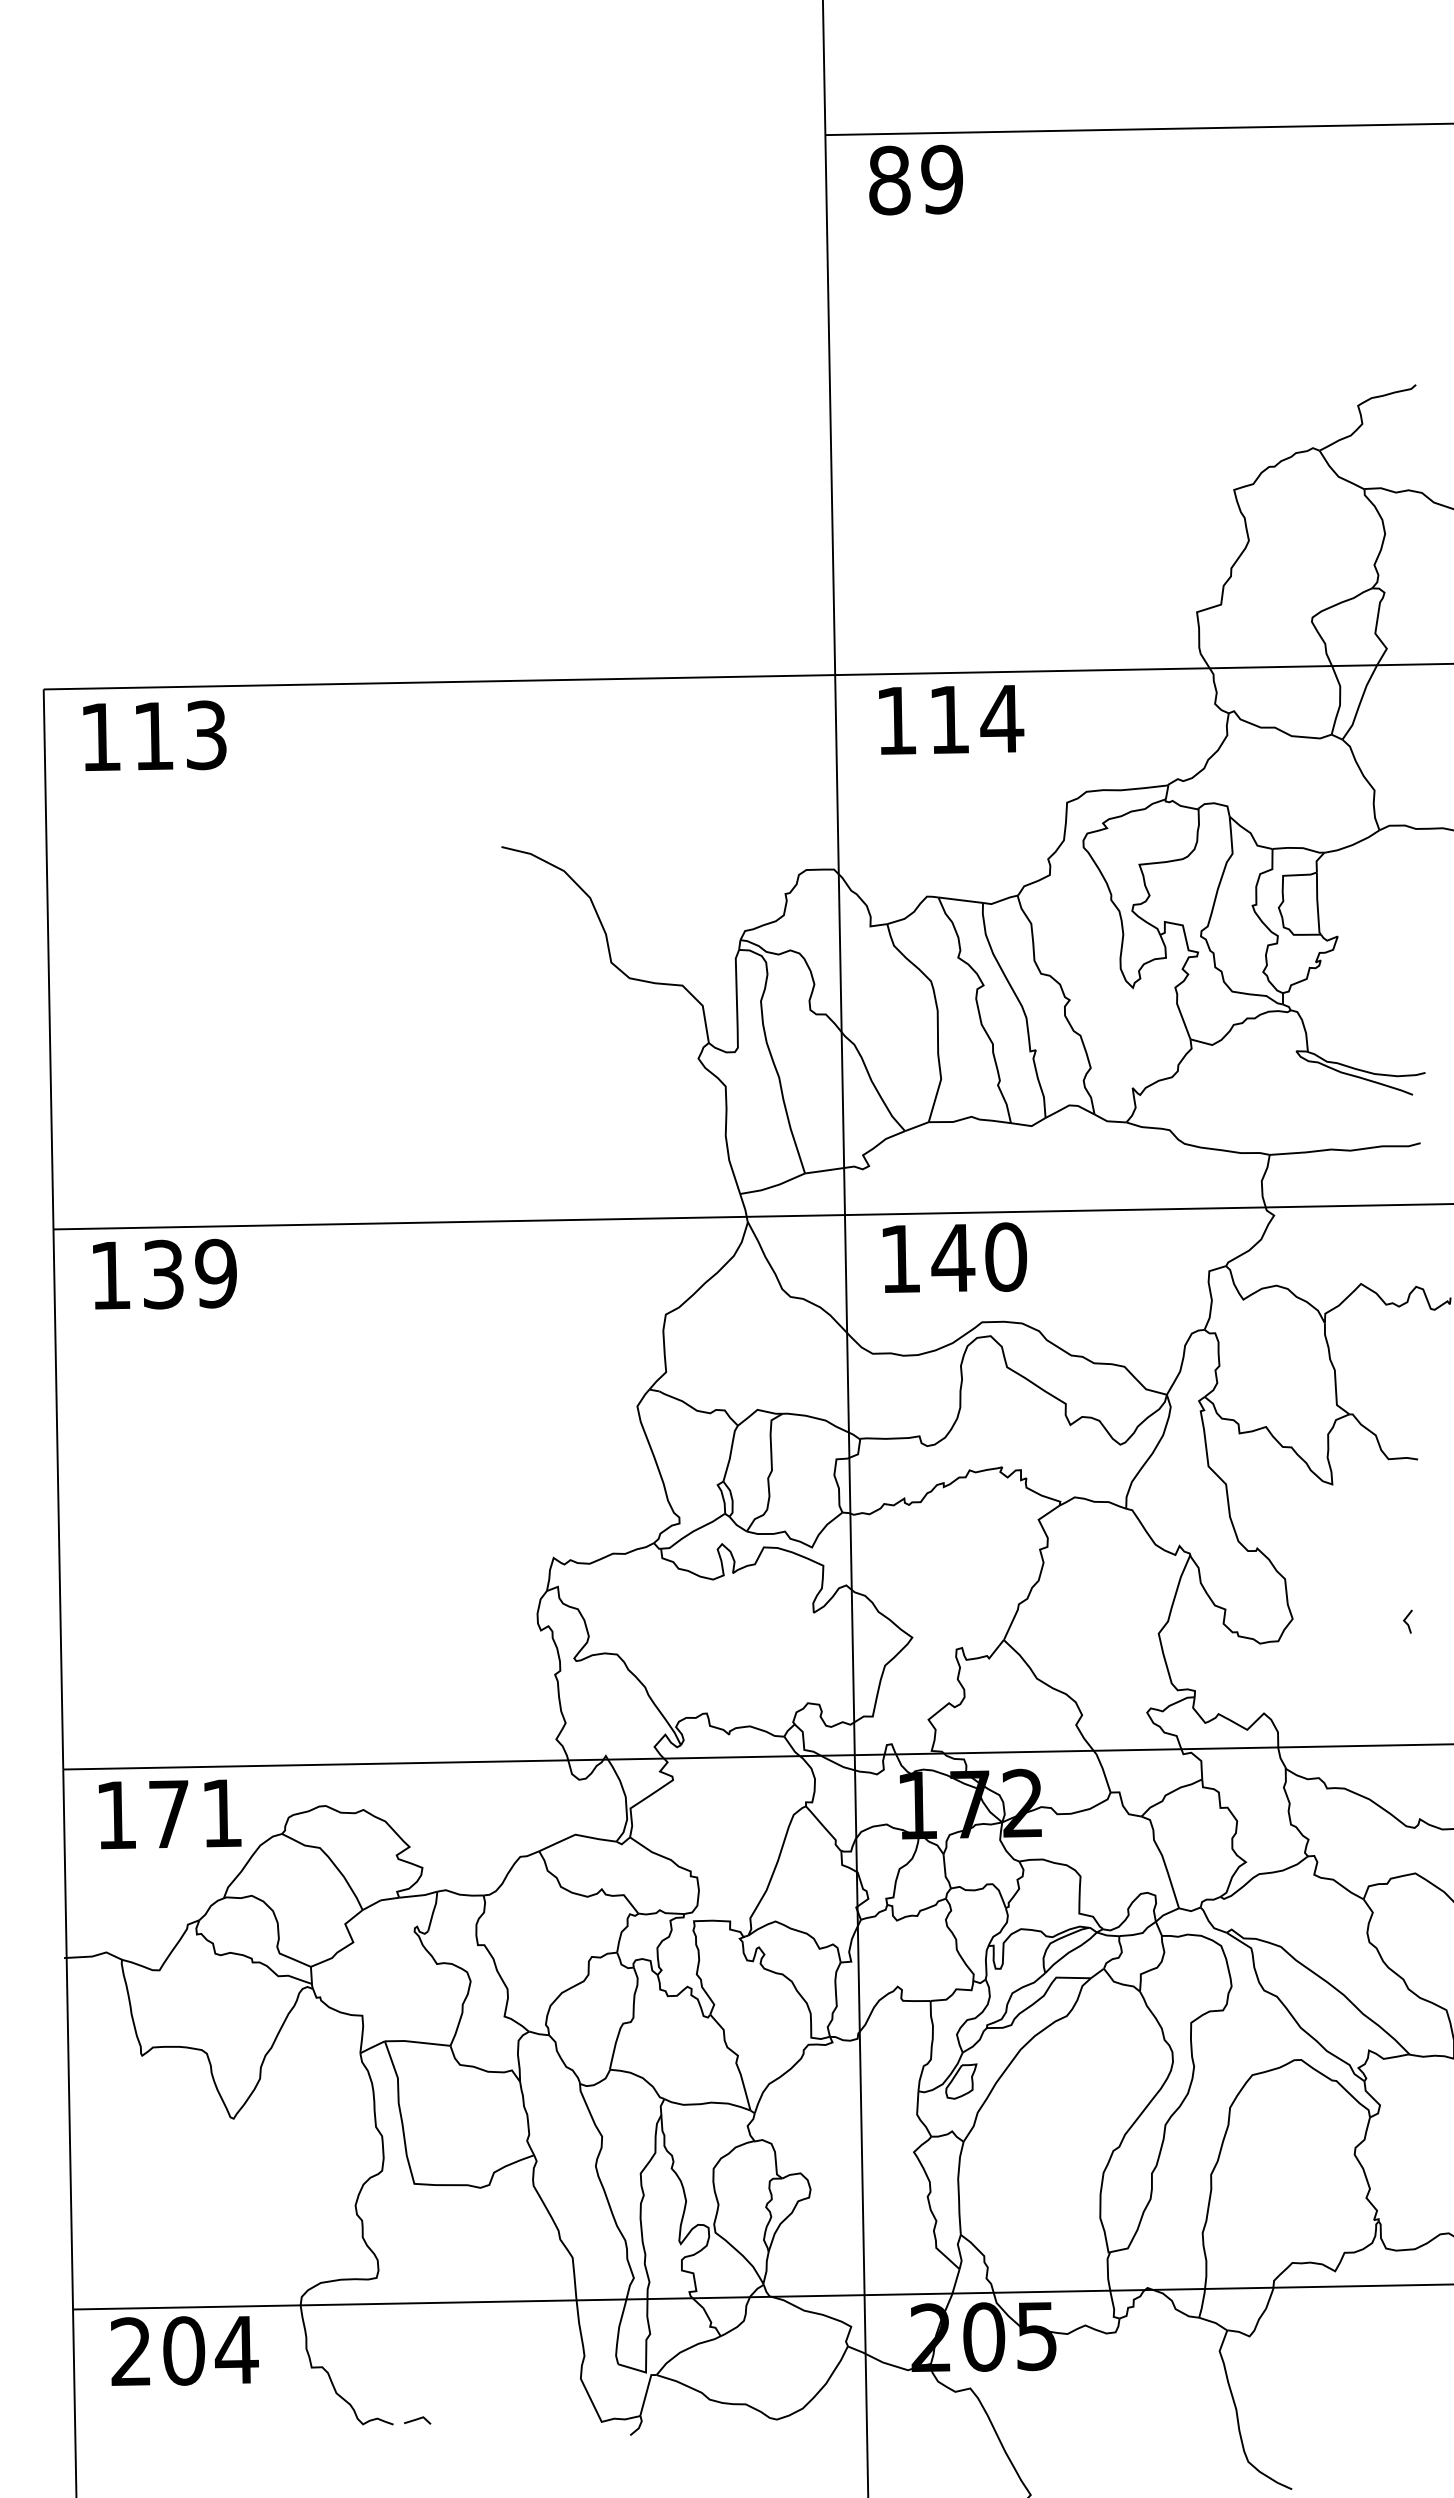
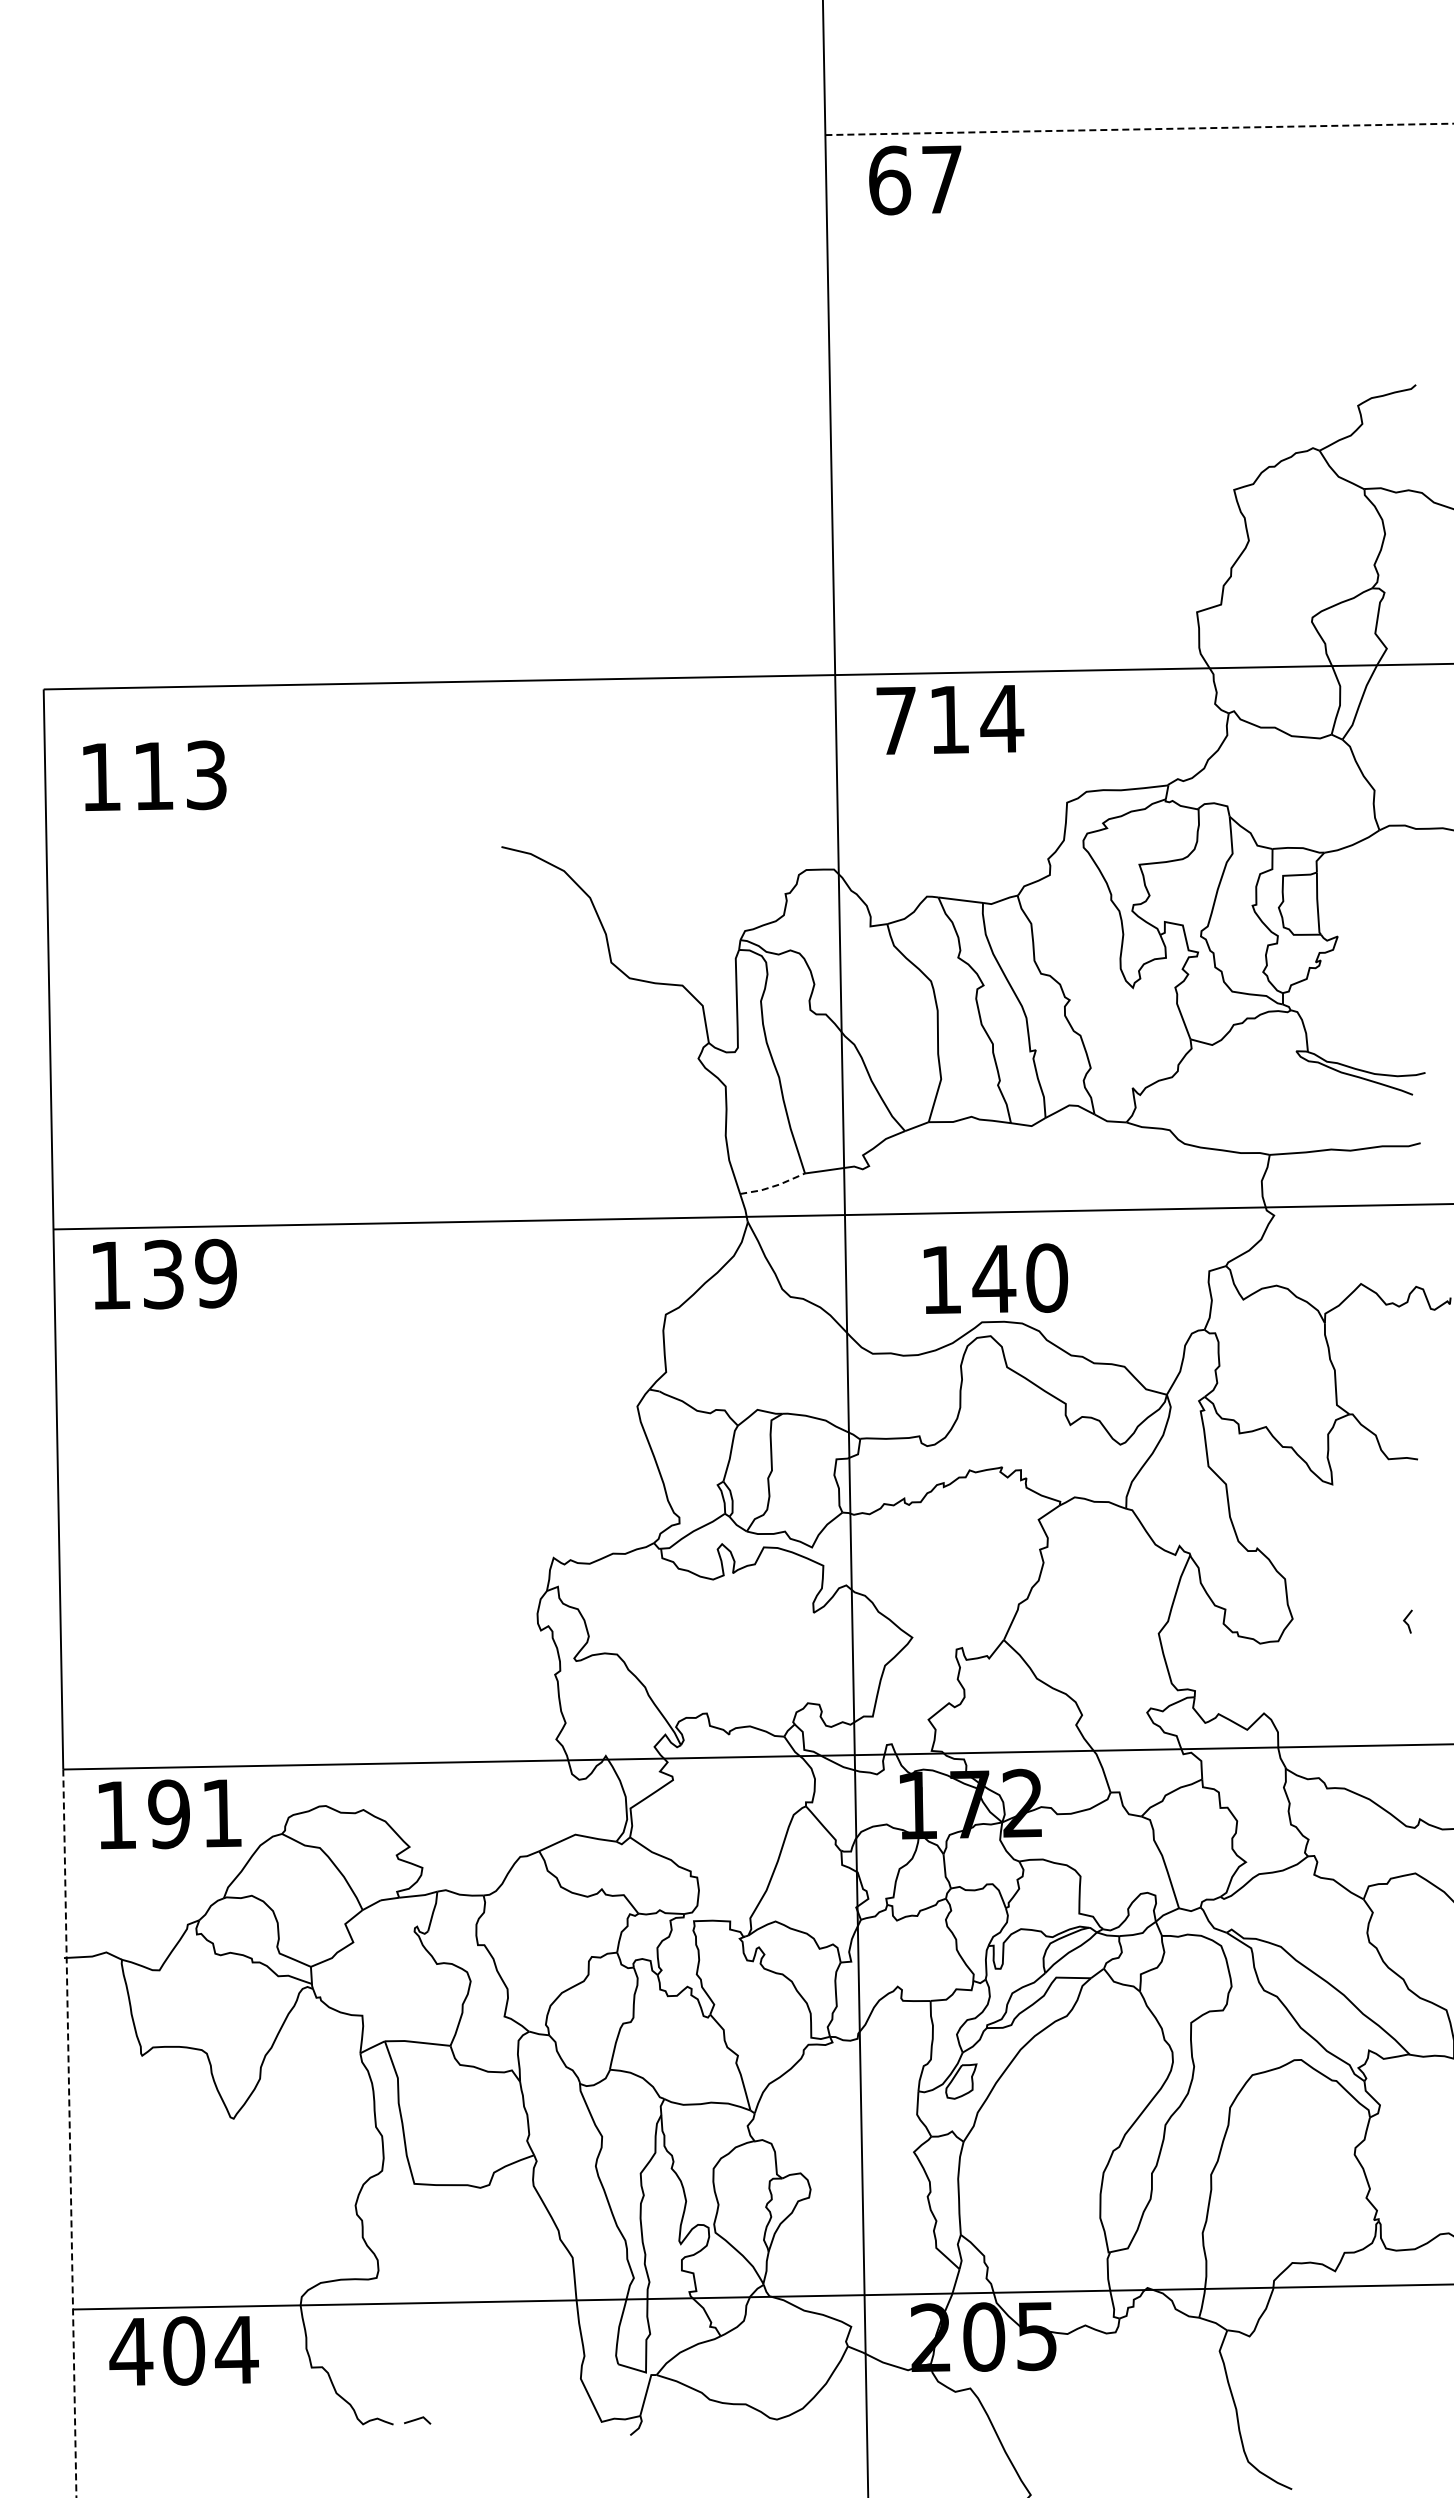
line at (1139, 129): solid -> dashed
text at (915, 179): 89 -> 67
text at (896, 720): 114 -> 714
text at (154, 735) position: (154, 735) -> (154, 775)
line at (773, 1186): solid -> dashed
text at (954, 1257) position: (954, 1257) -> (995, 1278)
text at (168, 1814): 171 -> 191
line at (69, 2134): solid -> dashed
text at (131, 2351): 204 -> 404
